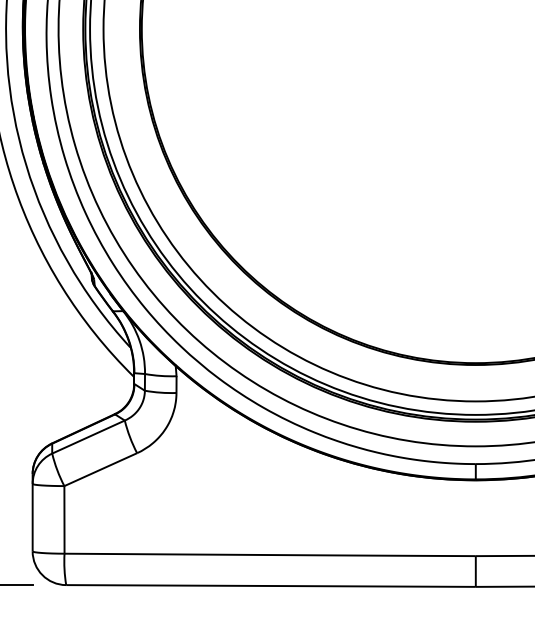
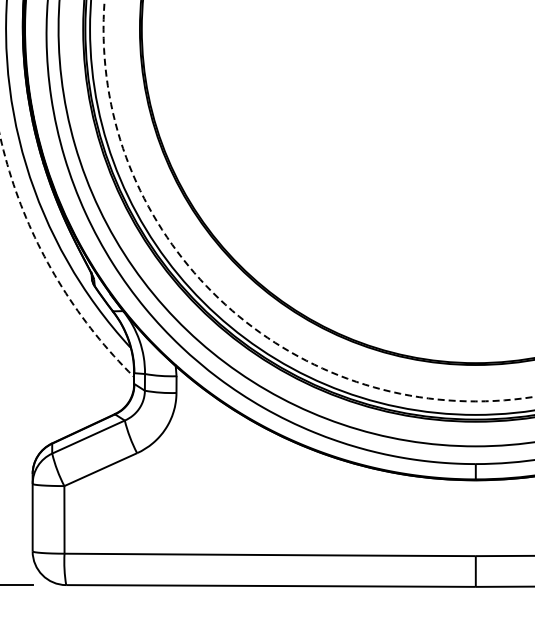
circle at (318, 200): solid -> dashed
arc at (49, 265): solid -> dashed
